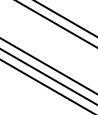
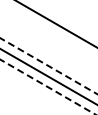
line at (65, 18): present -> none
line at (48, 66): solid -> dashed
line at (48, 87): solid -> dashed
